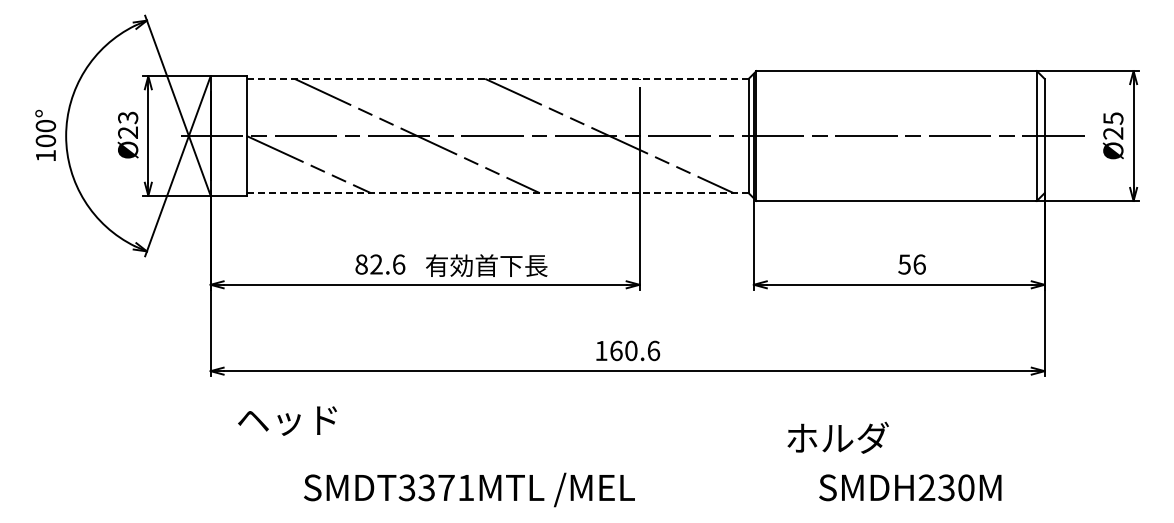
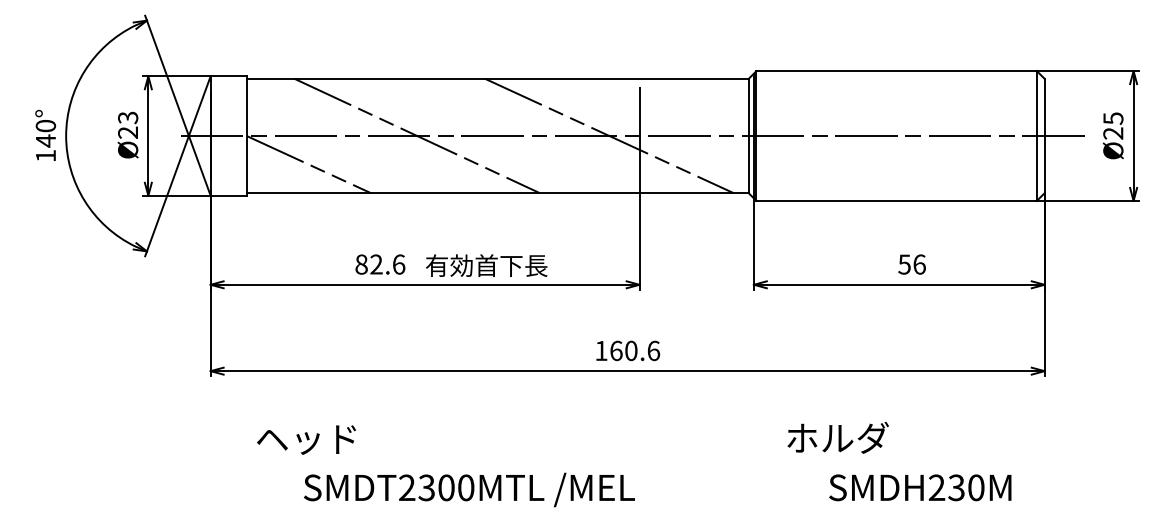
line at (497, 78): dashed -> solid
text at (45, 140): 100° -> 140°
line at (497, 193): dashed -> solid
text at (287, 420) position: (287, 420) -> (306, 439)
text at (436, 487): SMDT3371MTL -> SMDT2300MTL
text at (910, 487) position: (910, 487) -> (920, 487)
